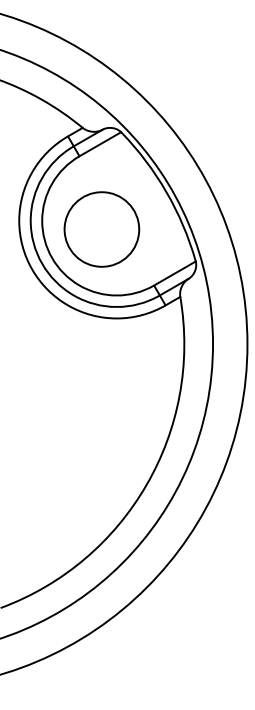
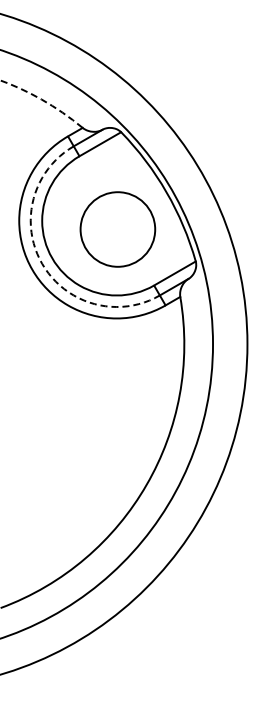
arc at (43, 100): solid -> dashed
circle at (101, 229) position: (101, 229) -> (117, 229)
arc at (42, 263): solid -> dashed
